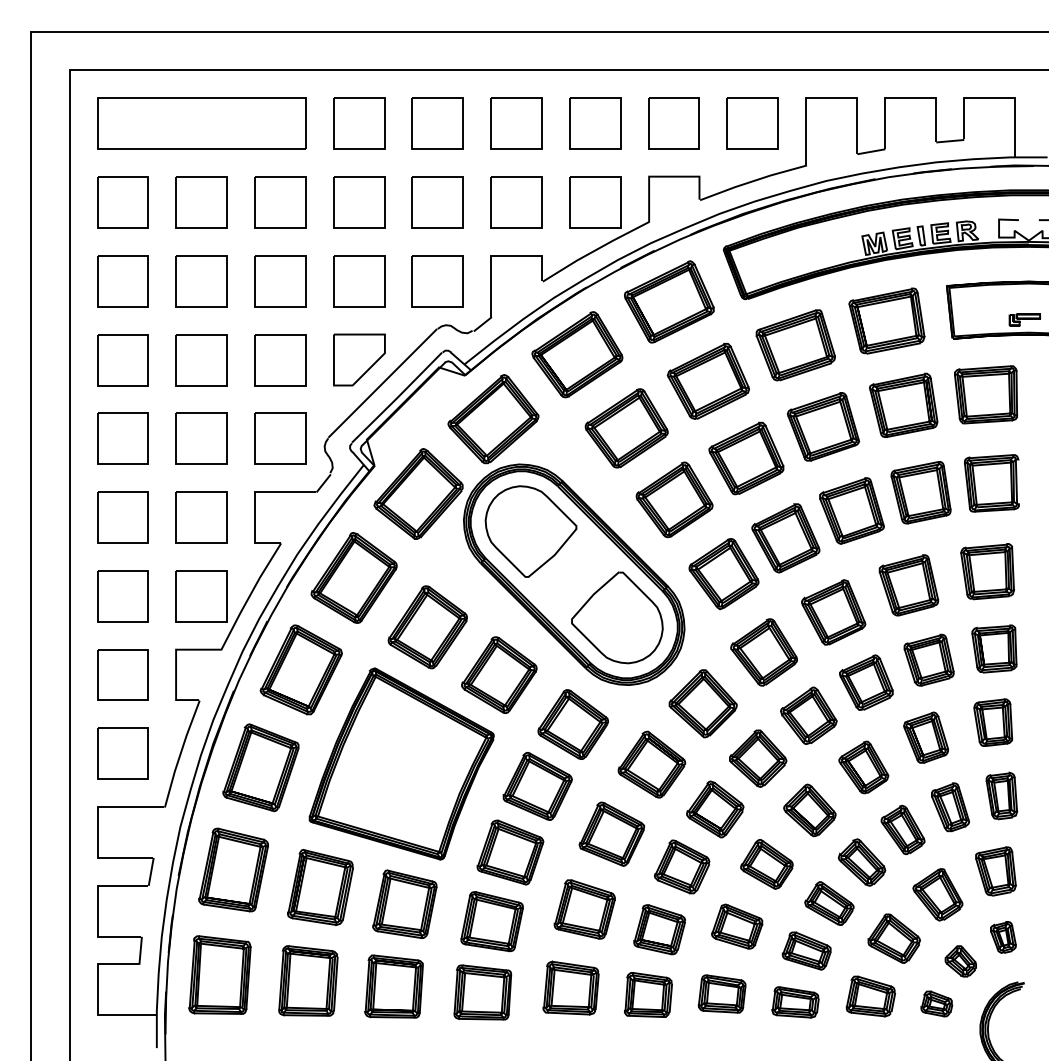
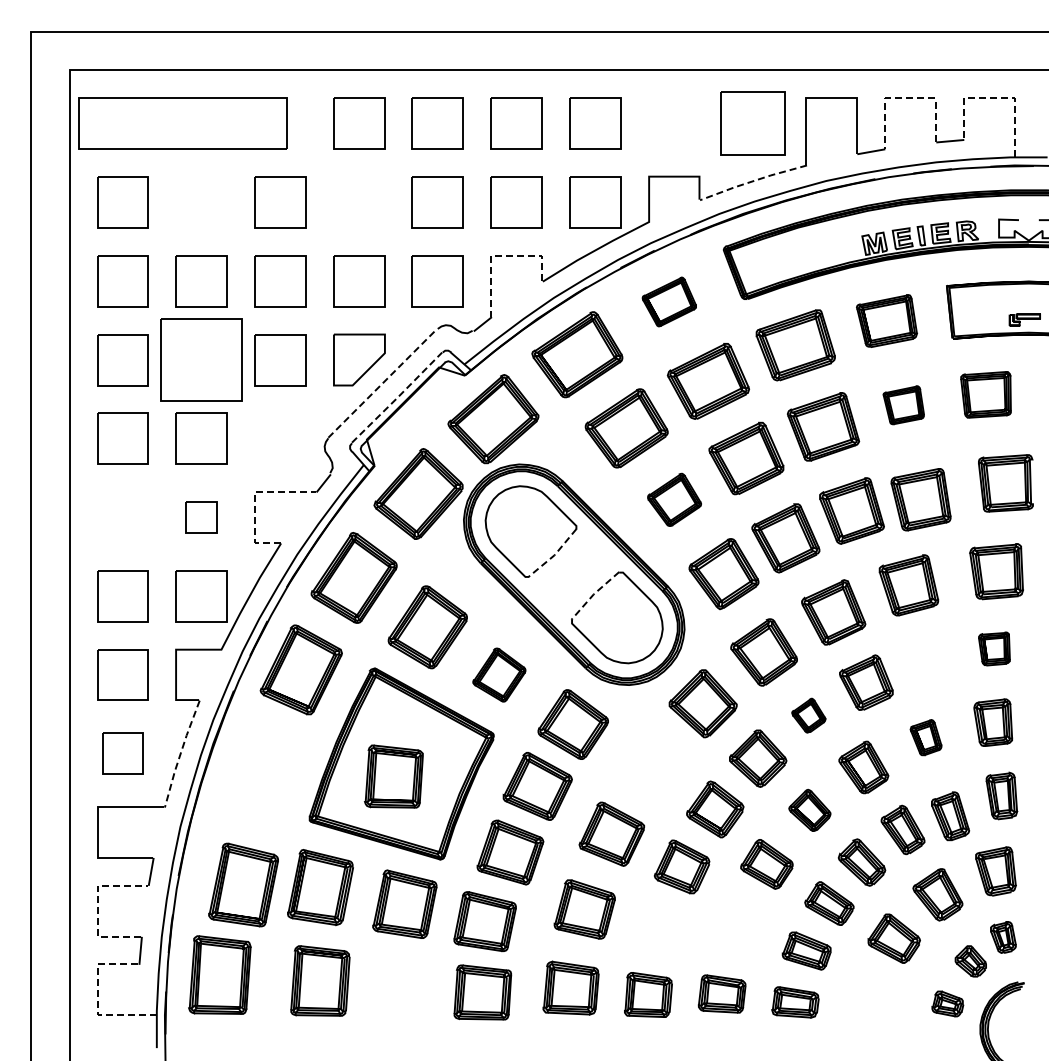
line at (907, 98): solid -> dashed
line at (997, 98): solid -> dashed
part at (201, 123) position: (201, 123) -> (182, 123)
part at (673, 123): present -> none
part at (752, 123) size: 53x53 px -> 66x65 px
line at (752, 181): solid -> dashed
part at (201, 202): present -> none
part at (359, 202): present -> none
line at (499, 255): solid -> dashed
part at (669, 301) size: 91x84 px -> 56x52 px
part at (886, 320) size: 78x68 px -> 62x54 px
part at (201, 360) size: 53x53 px -> 83x84 px
line at (382, 383): solid -> dashed
part at (985, 394) size: 64x60 px -> 52x48 px
line at (397, 397): solid -> dashed
part at (903, 404) size: 70x66 px -> 43x41 px
part at (280, 438): present -> none
part at (991, 483) position: (991, 483) -> (1005, 483)
part at (920, 492) position: (920, 492) -> (920, 499)
line at (255, 499): solid -> dashed
part at (674, 499) size: 79x78 px -> 55x55 px
part at (122, 517): present -> none
part at (201, 517) size: 53x53 px -> 33x33 px
line at (554, 555): solid -> dashed
part at (987, 571) position: (987, 571) -> (996, 571)
line at (593, 594): solid -> dashed
part at (994, 648) size: 47x50 px -> 33x36 px
part at (928, 659): present -> none
part at (499, 674) size: 77x78 px -> 55x56 px
part at (808, 715) size: 58x59 px -> 36x37 px
part at (925, 737) size: 46x53 px -> 34x38 px
part at (122, 753) size: 52x53 px -> 42x43 px
line at (180, 753): solid -> dashed
part at (651, 764): present -> none
part at (260, 767): present -> none
part at (950, 807) position: (950, 807) -> (950, 816)
part at (809, 810) size: 54x55 px -> 44x44 px
part at (233, 869) position: (233, 869) -> (243, 884)
line at (97, 907): solid -> dashed
part at (491, 921) position: (491, 921) -> (484, 921)
part at (737, 926): present -> none
part at (659, 929): present -> none
part at (960, 961) position: (960, 961) -> (970, 961)
part at (308, 980) position: (308, 980) -> (320, 980)
part at (393, 986) position: (393, 986) -> (393, 776)
part at (870, 996): present -> none
line at (97, 998): solid -> dashed
part at (936, 1003) position: (936, 1003) -> (947, 1003)
